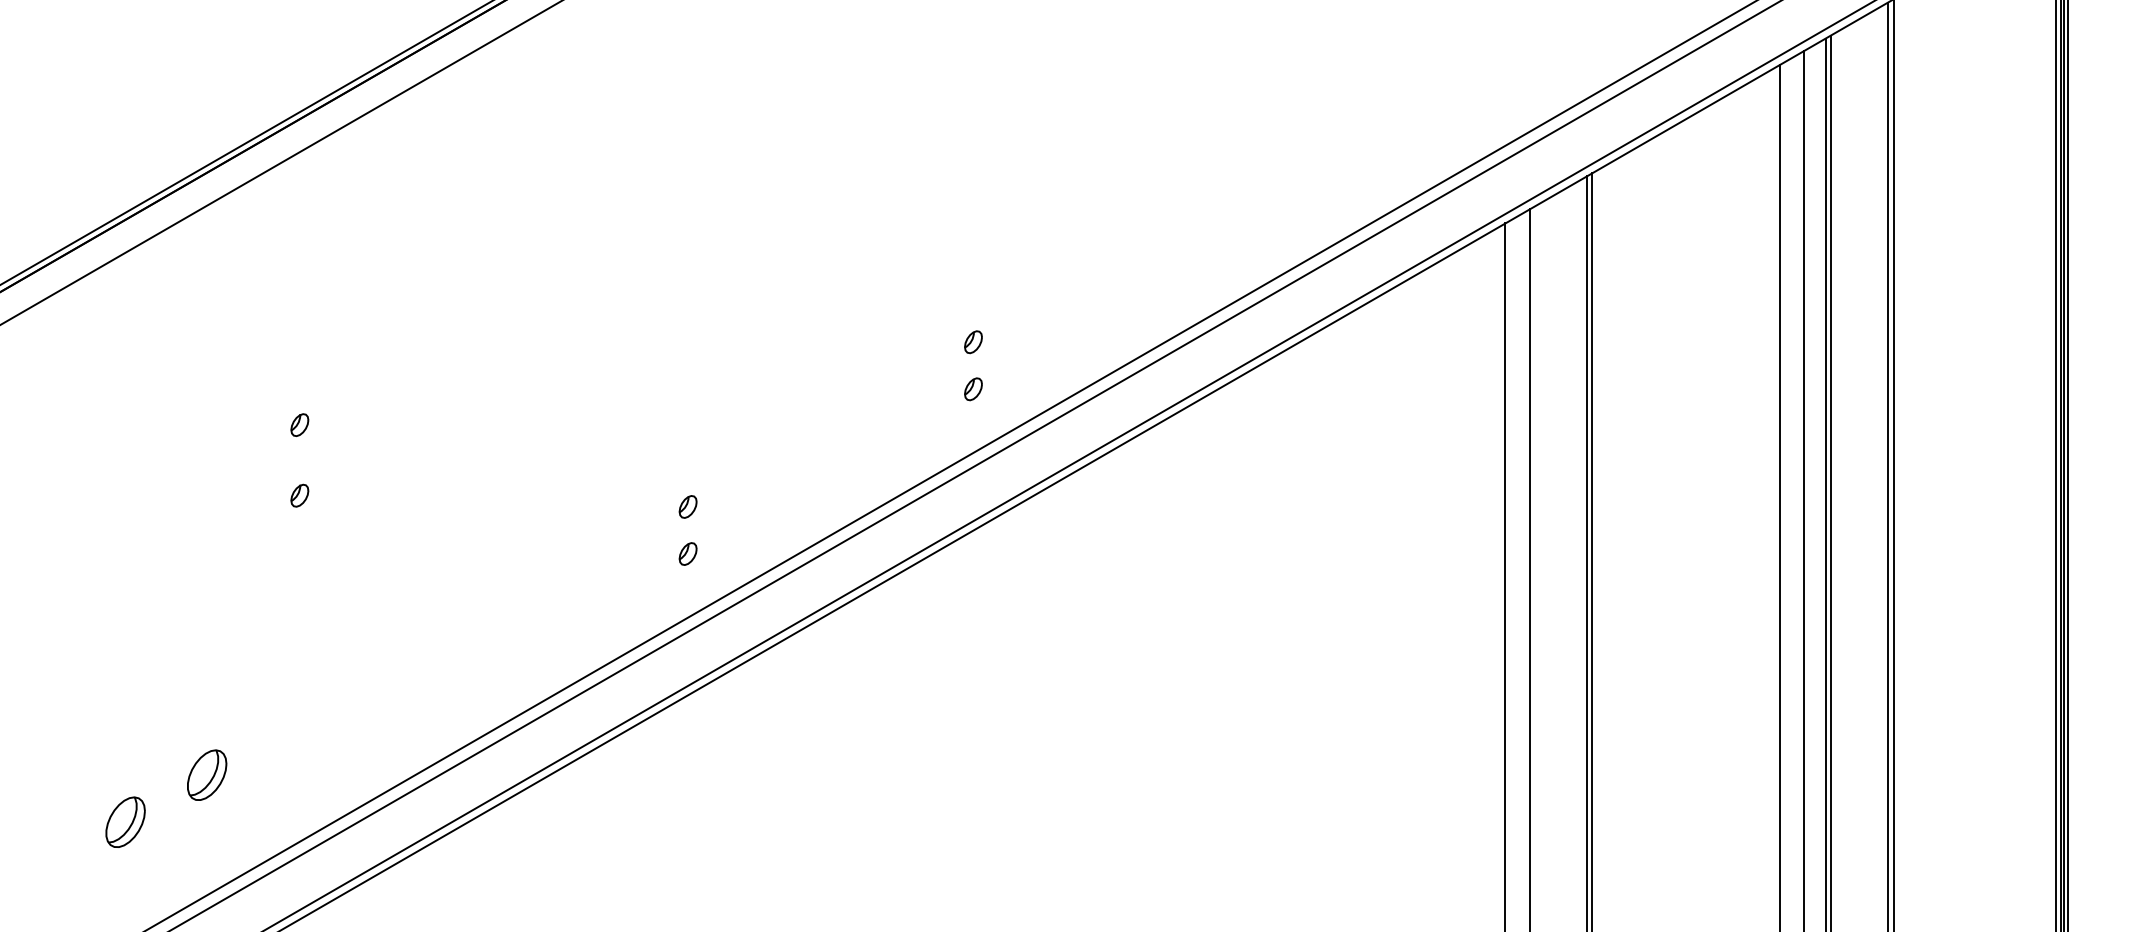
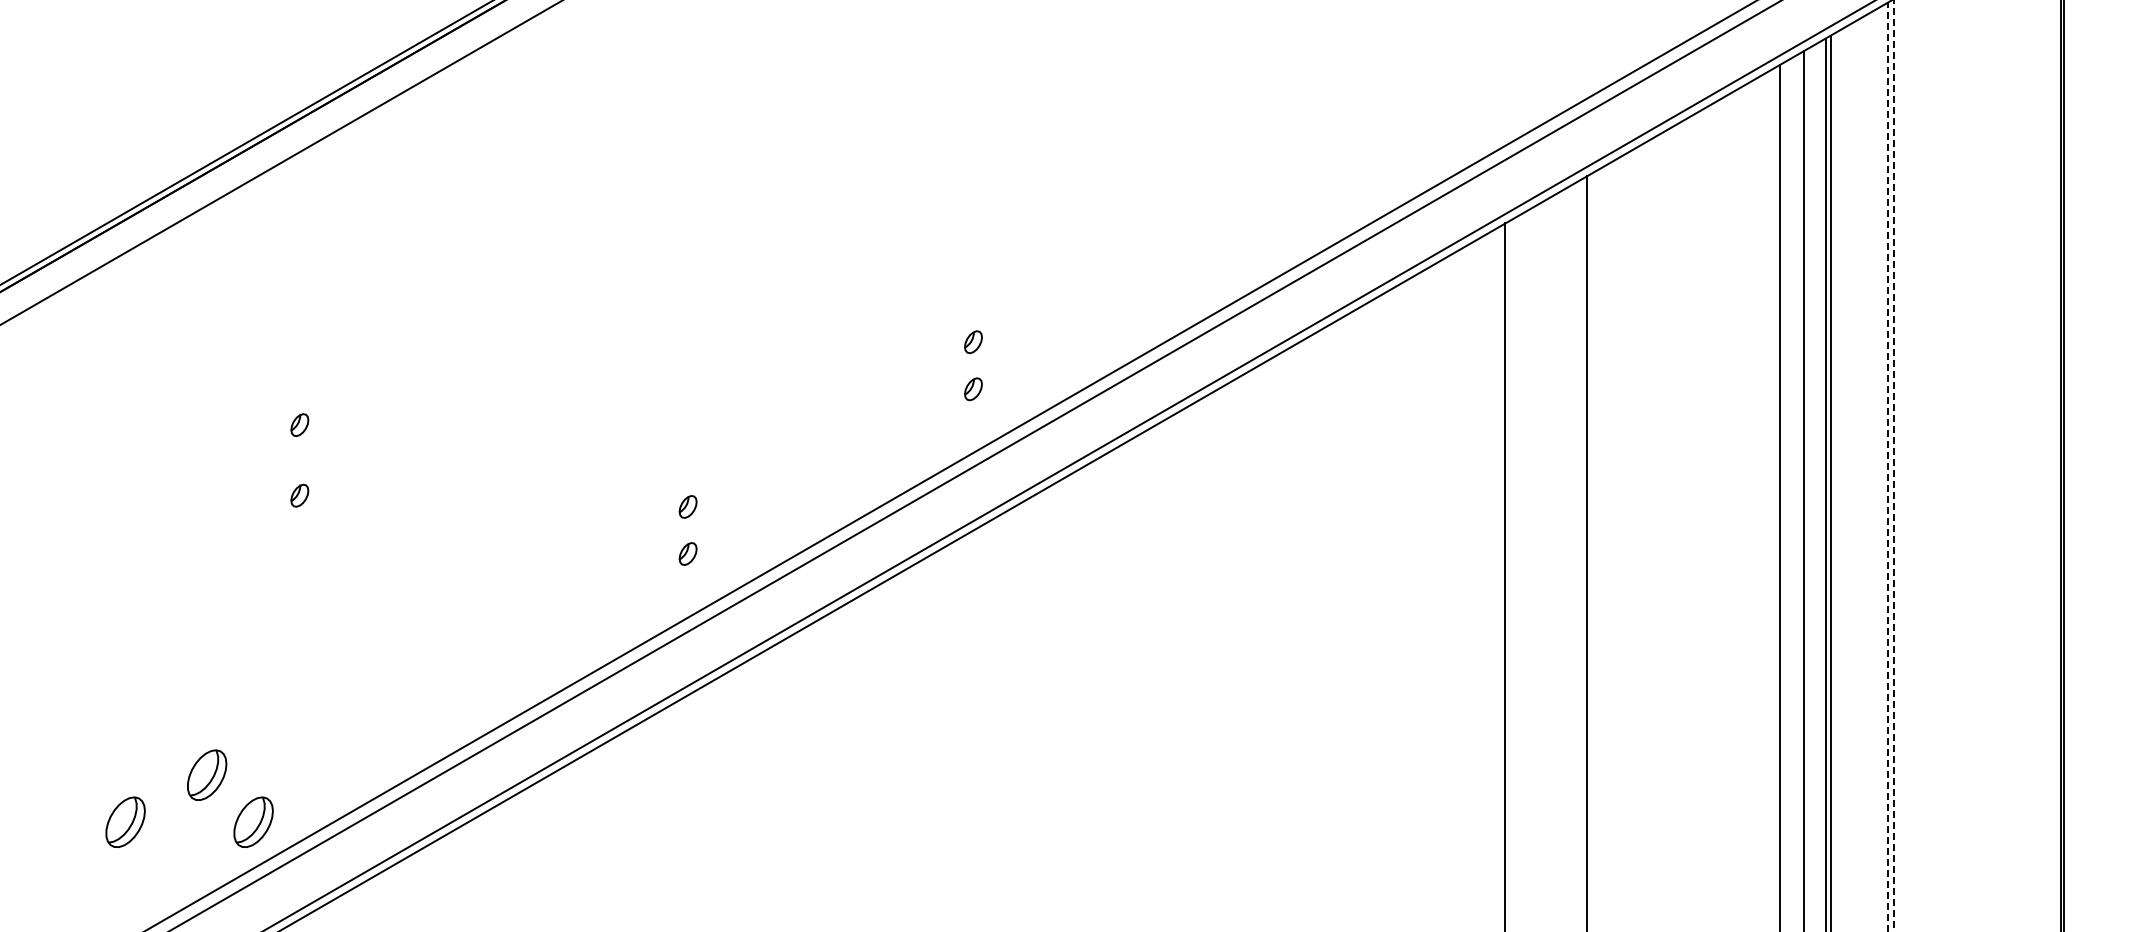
line at (2055, 465): present -> none
line at (2068, 465): present -> none
line at (1887, 466): solid -> dashed
line at (1893, 466): solid -> dashed
line at (1592, 550): present -> none
line at (1529, 568): present -> none
part at (253, 821): none -> present
